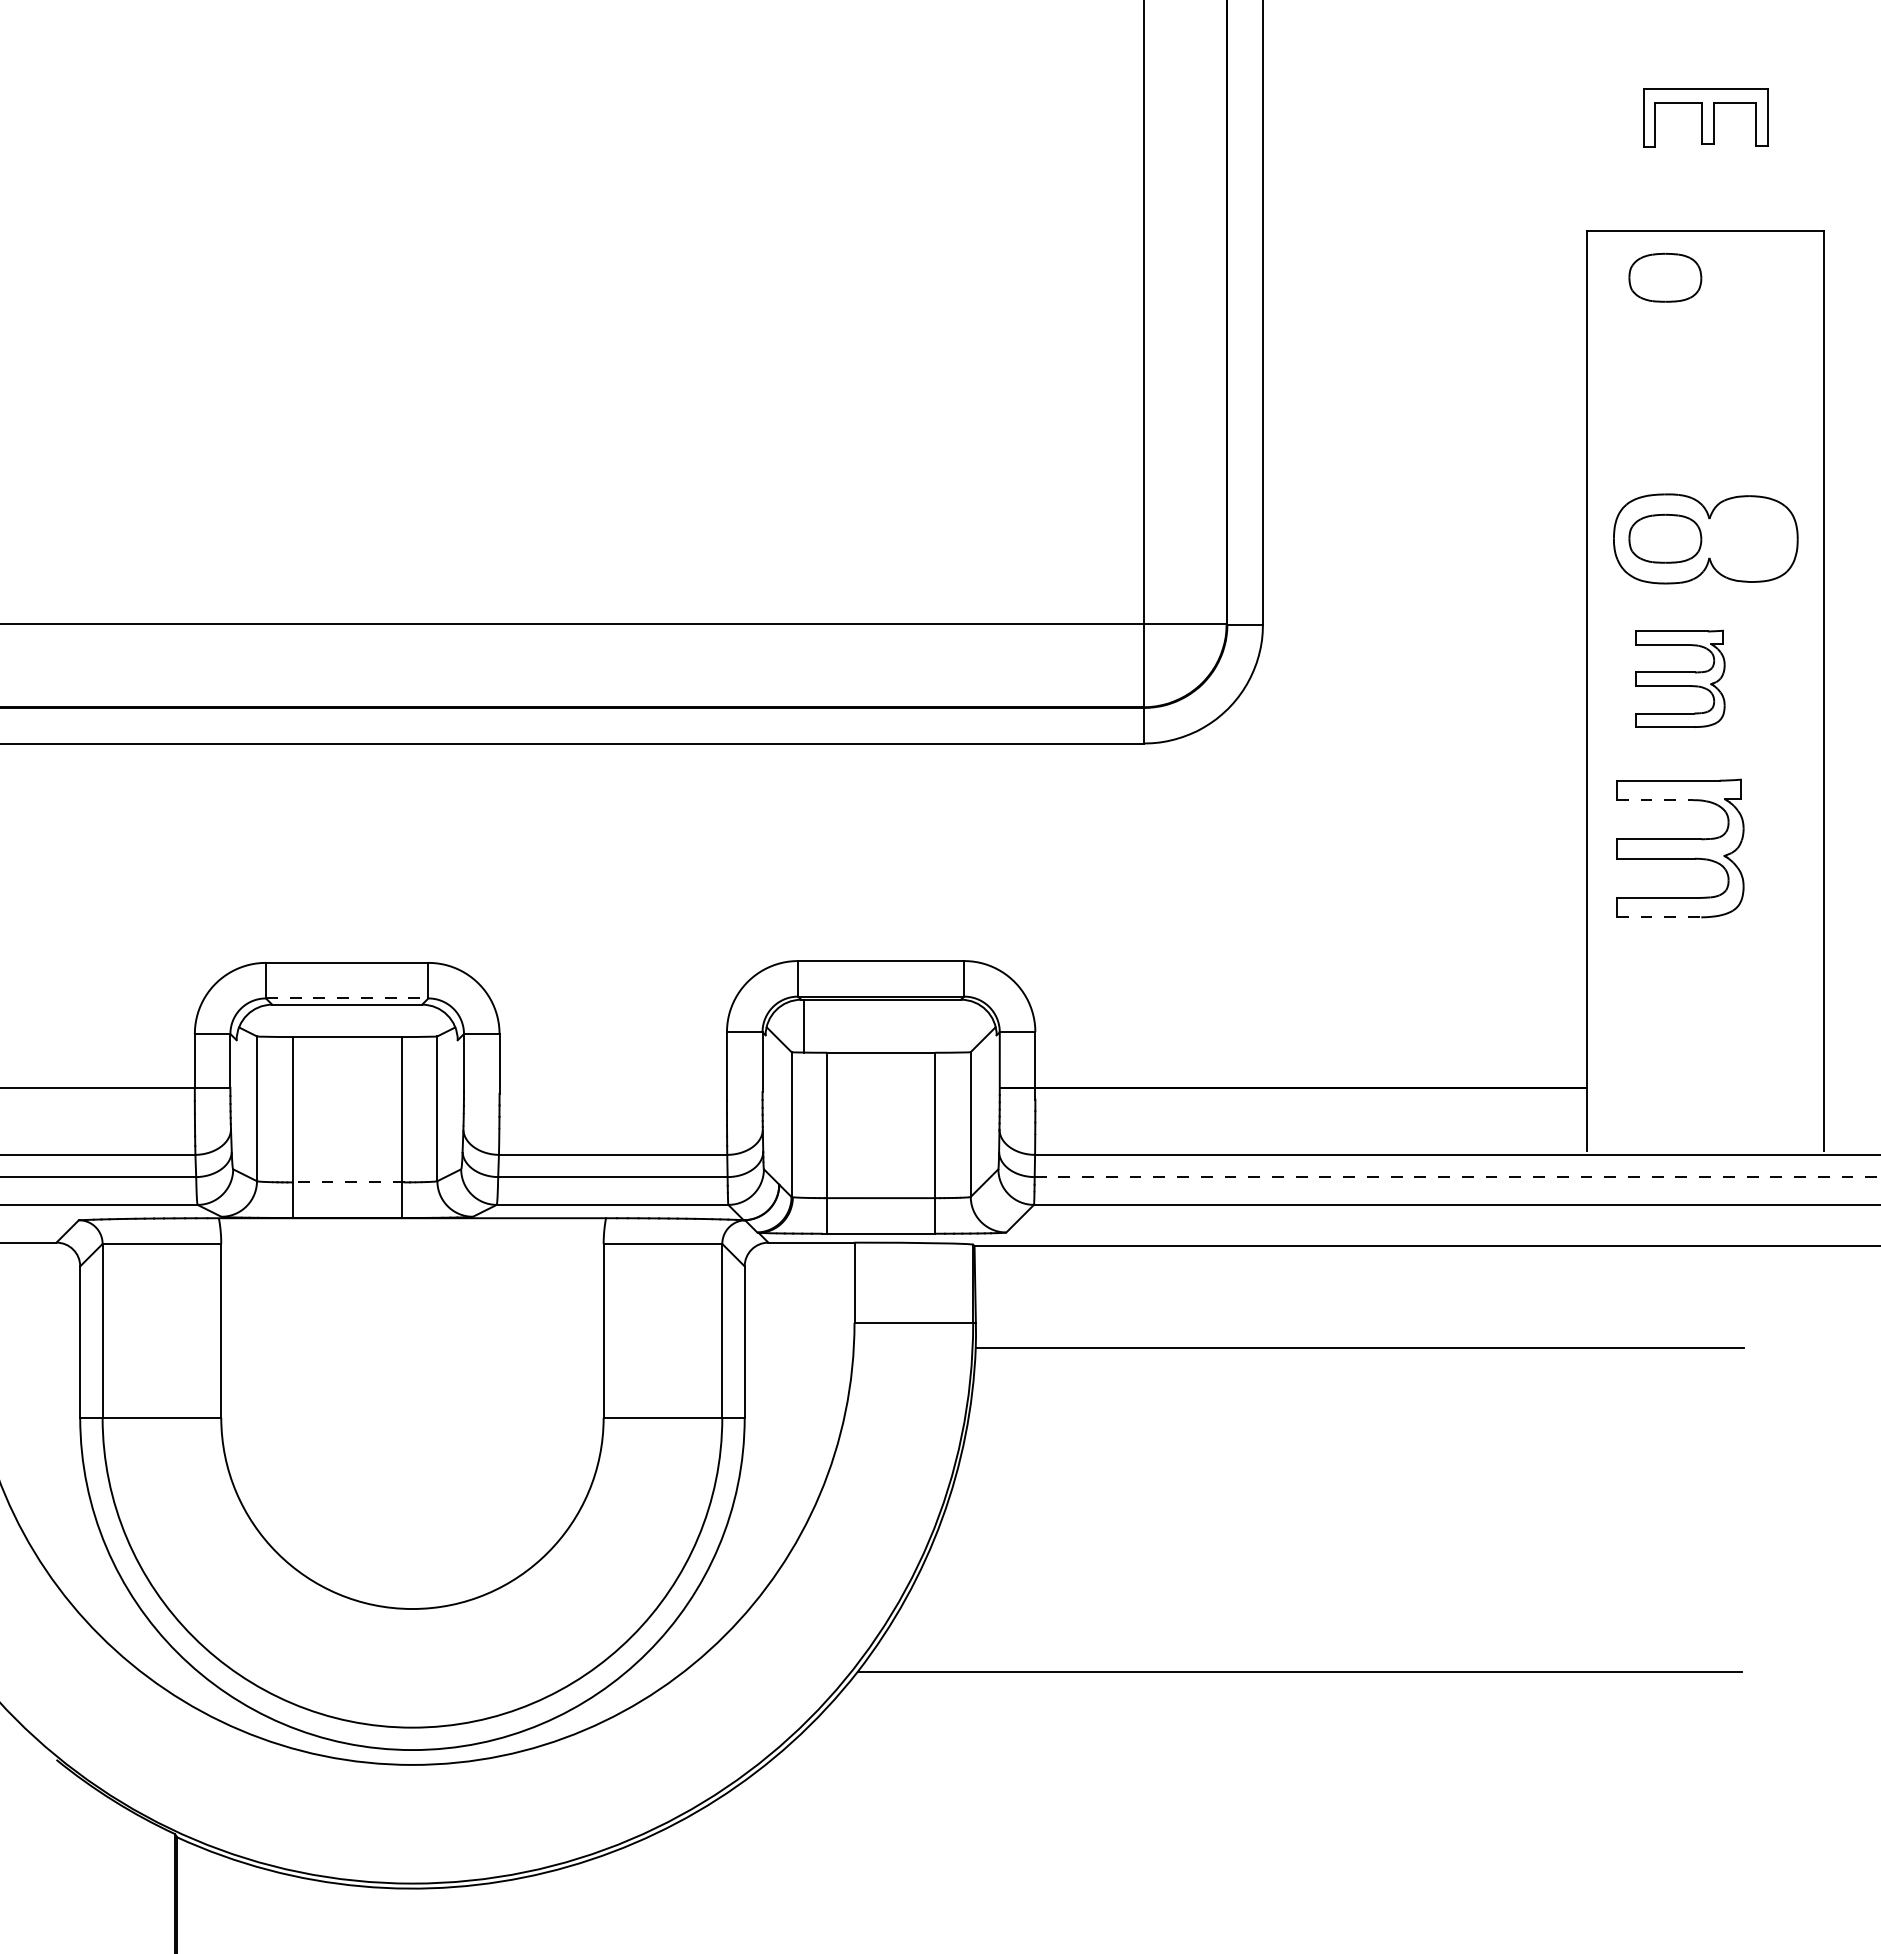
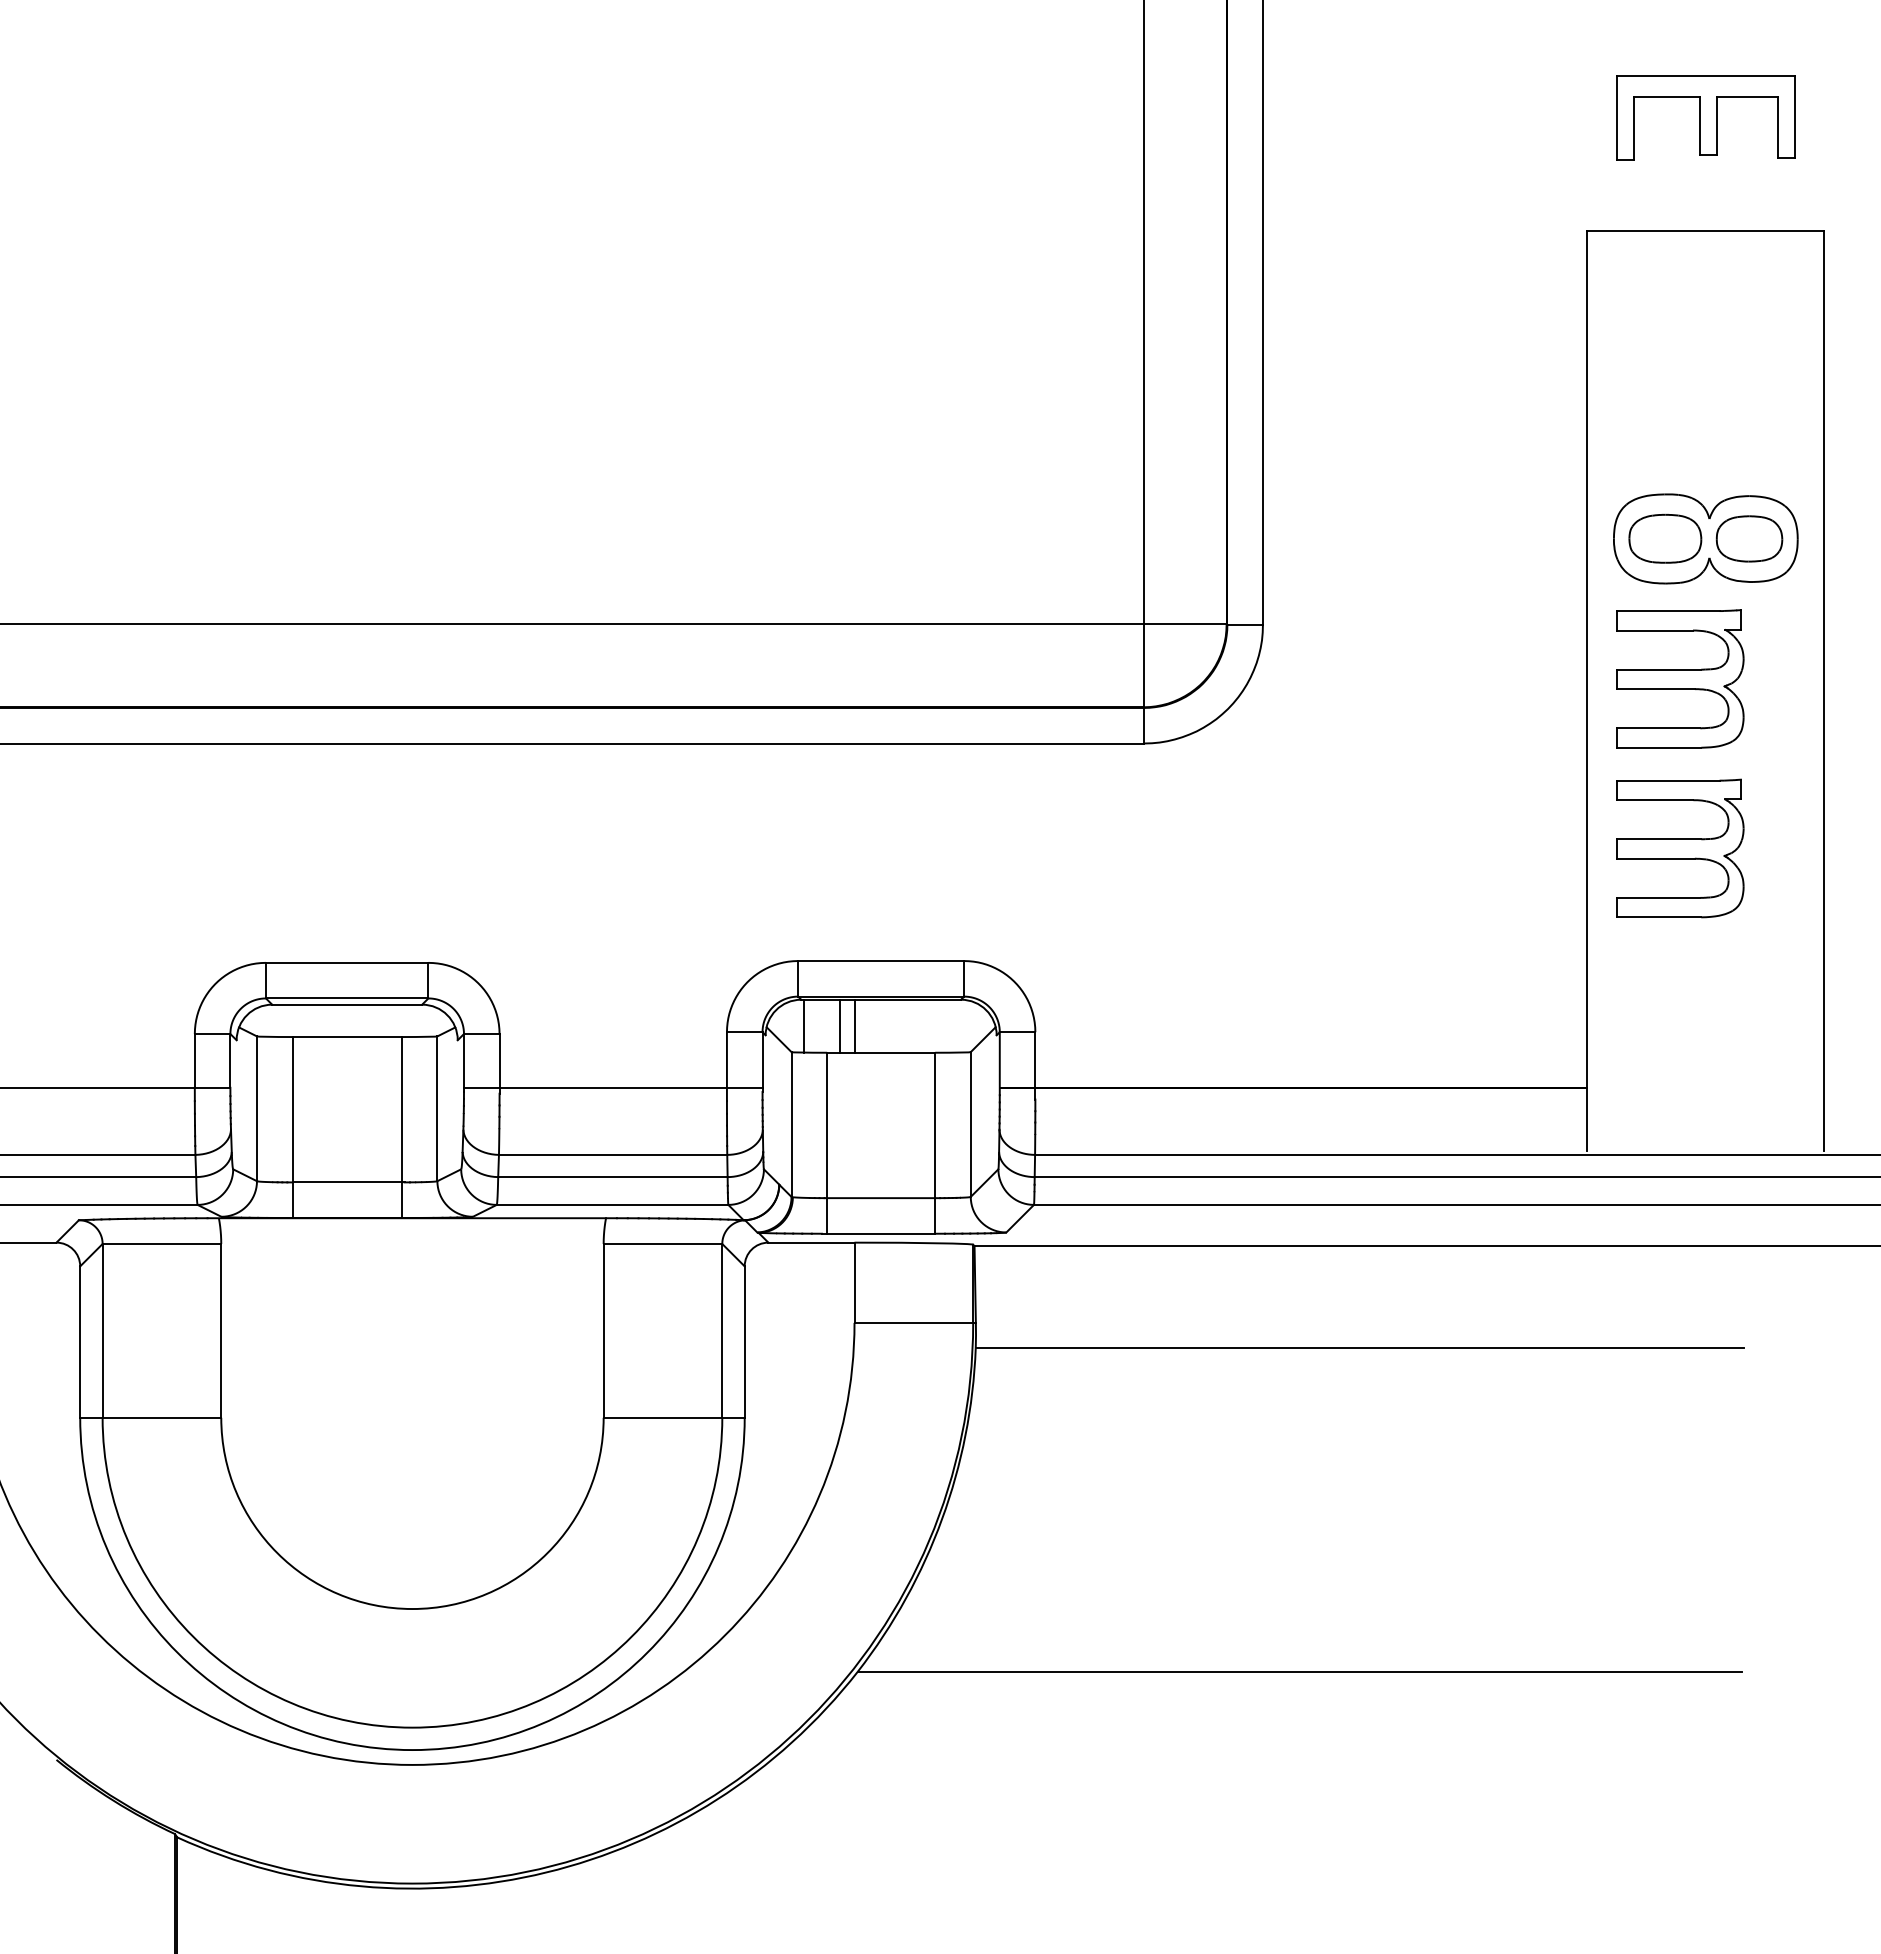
part at (1705, 117) size: 126x60 px -> 180x86 px
part at (1665, 277): present -> none
part at (1749, 538): none -> present
part at (1680, 678) size: 91x99 px -> 129x140 px
line at (1655, 800): dashed -> solid
line at (1659, 917): dashed -> solid
line at (347, 998): dashed -> solid
line at (839, 1025): none -> present
line at (854, 1025): none -> present
line at (613, 1087): none -> present
line at (1457, 1177): dashed -> solid
line at (348, 1182): dashed -> solid
